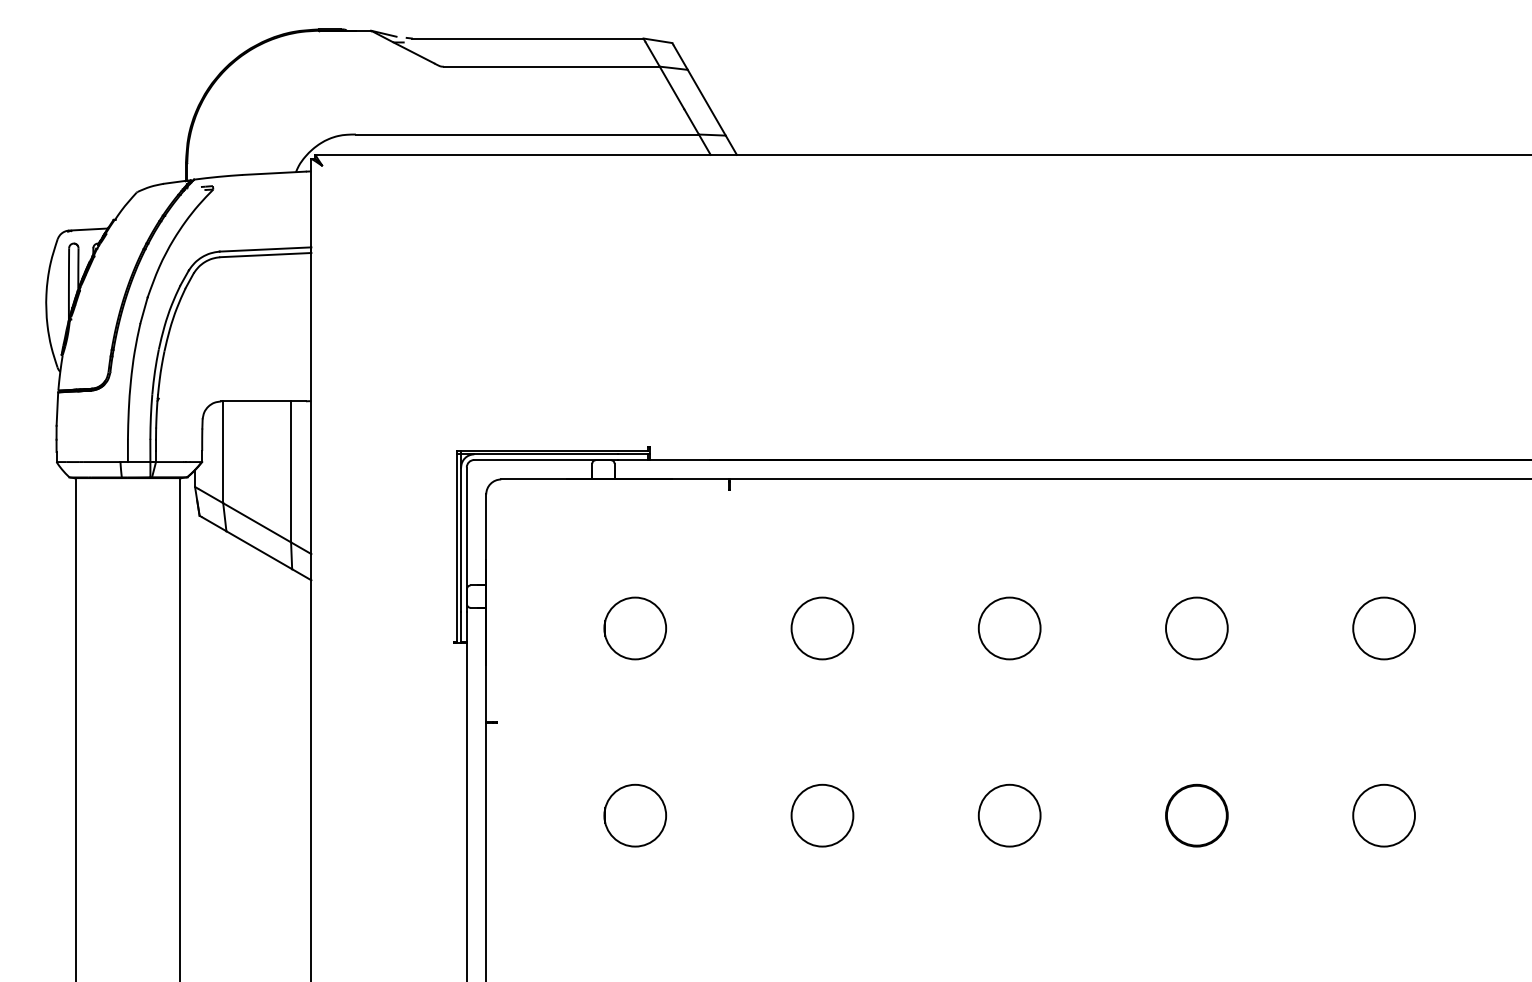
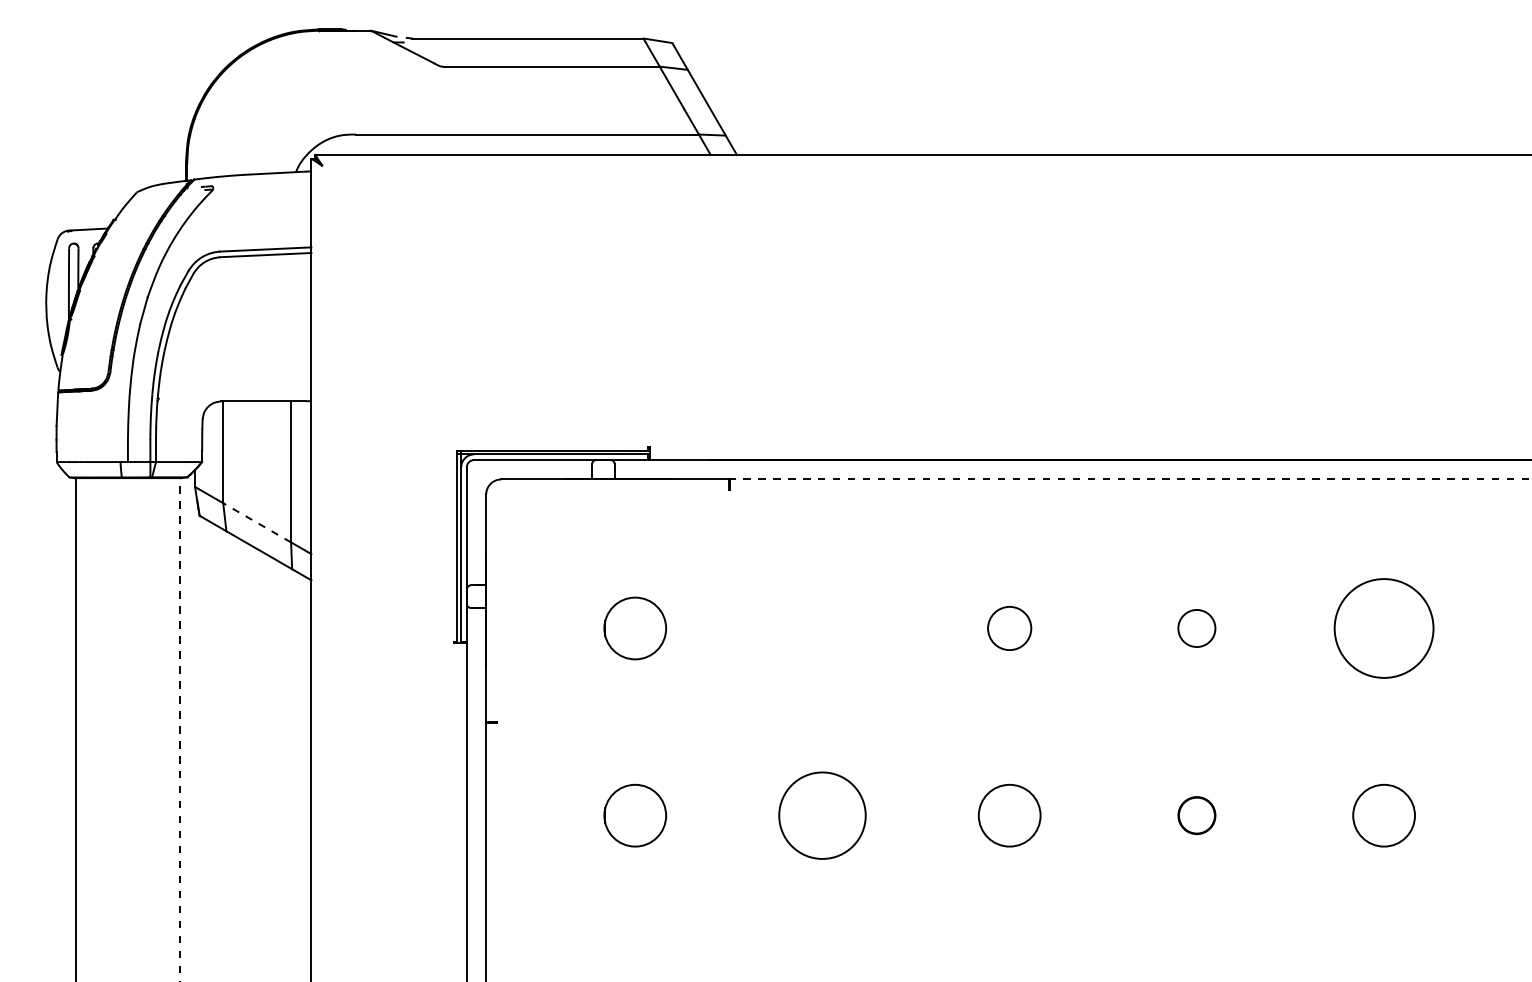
line at (1130, 478): solid -> dashed
line at (256, 522): solid -> dashed
circle at (822, 628): present -> none
circle at (1009, 628) diameter: 62 px -> 43 px
circle at (1196, 628) diameter: 62 px -> 37 px
circle at (1383, 628) diameter: 62 px -> 99 px
line at (180, 729): solid -> dashed
circle at (822, 815) diameter: 62 px -> 86 px
part at (1196, 815) size: 64x65 px -> 40x39 px
